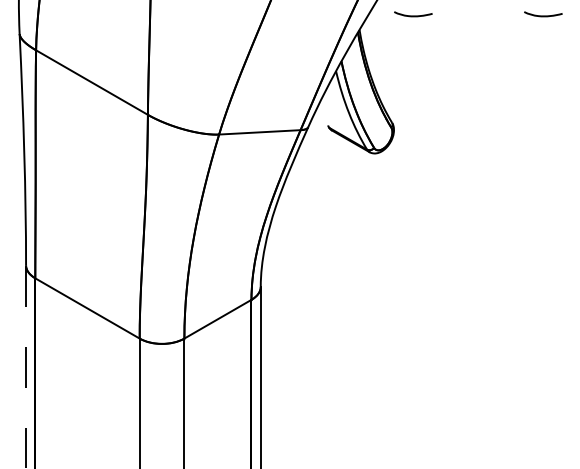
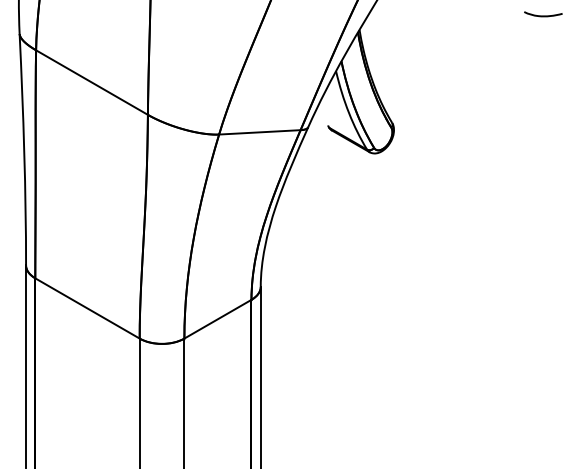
curve at (413, 15): present -> none
line at (26, 366): dashed -> solid
